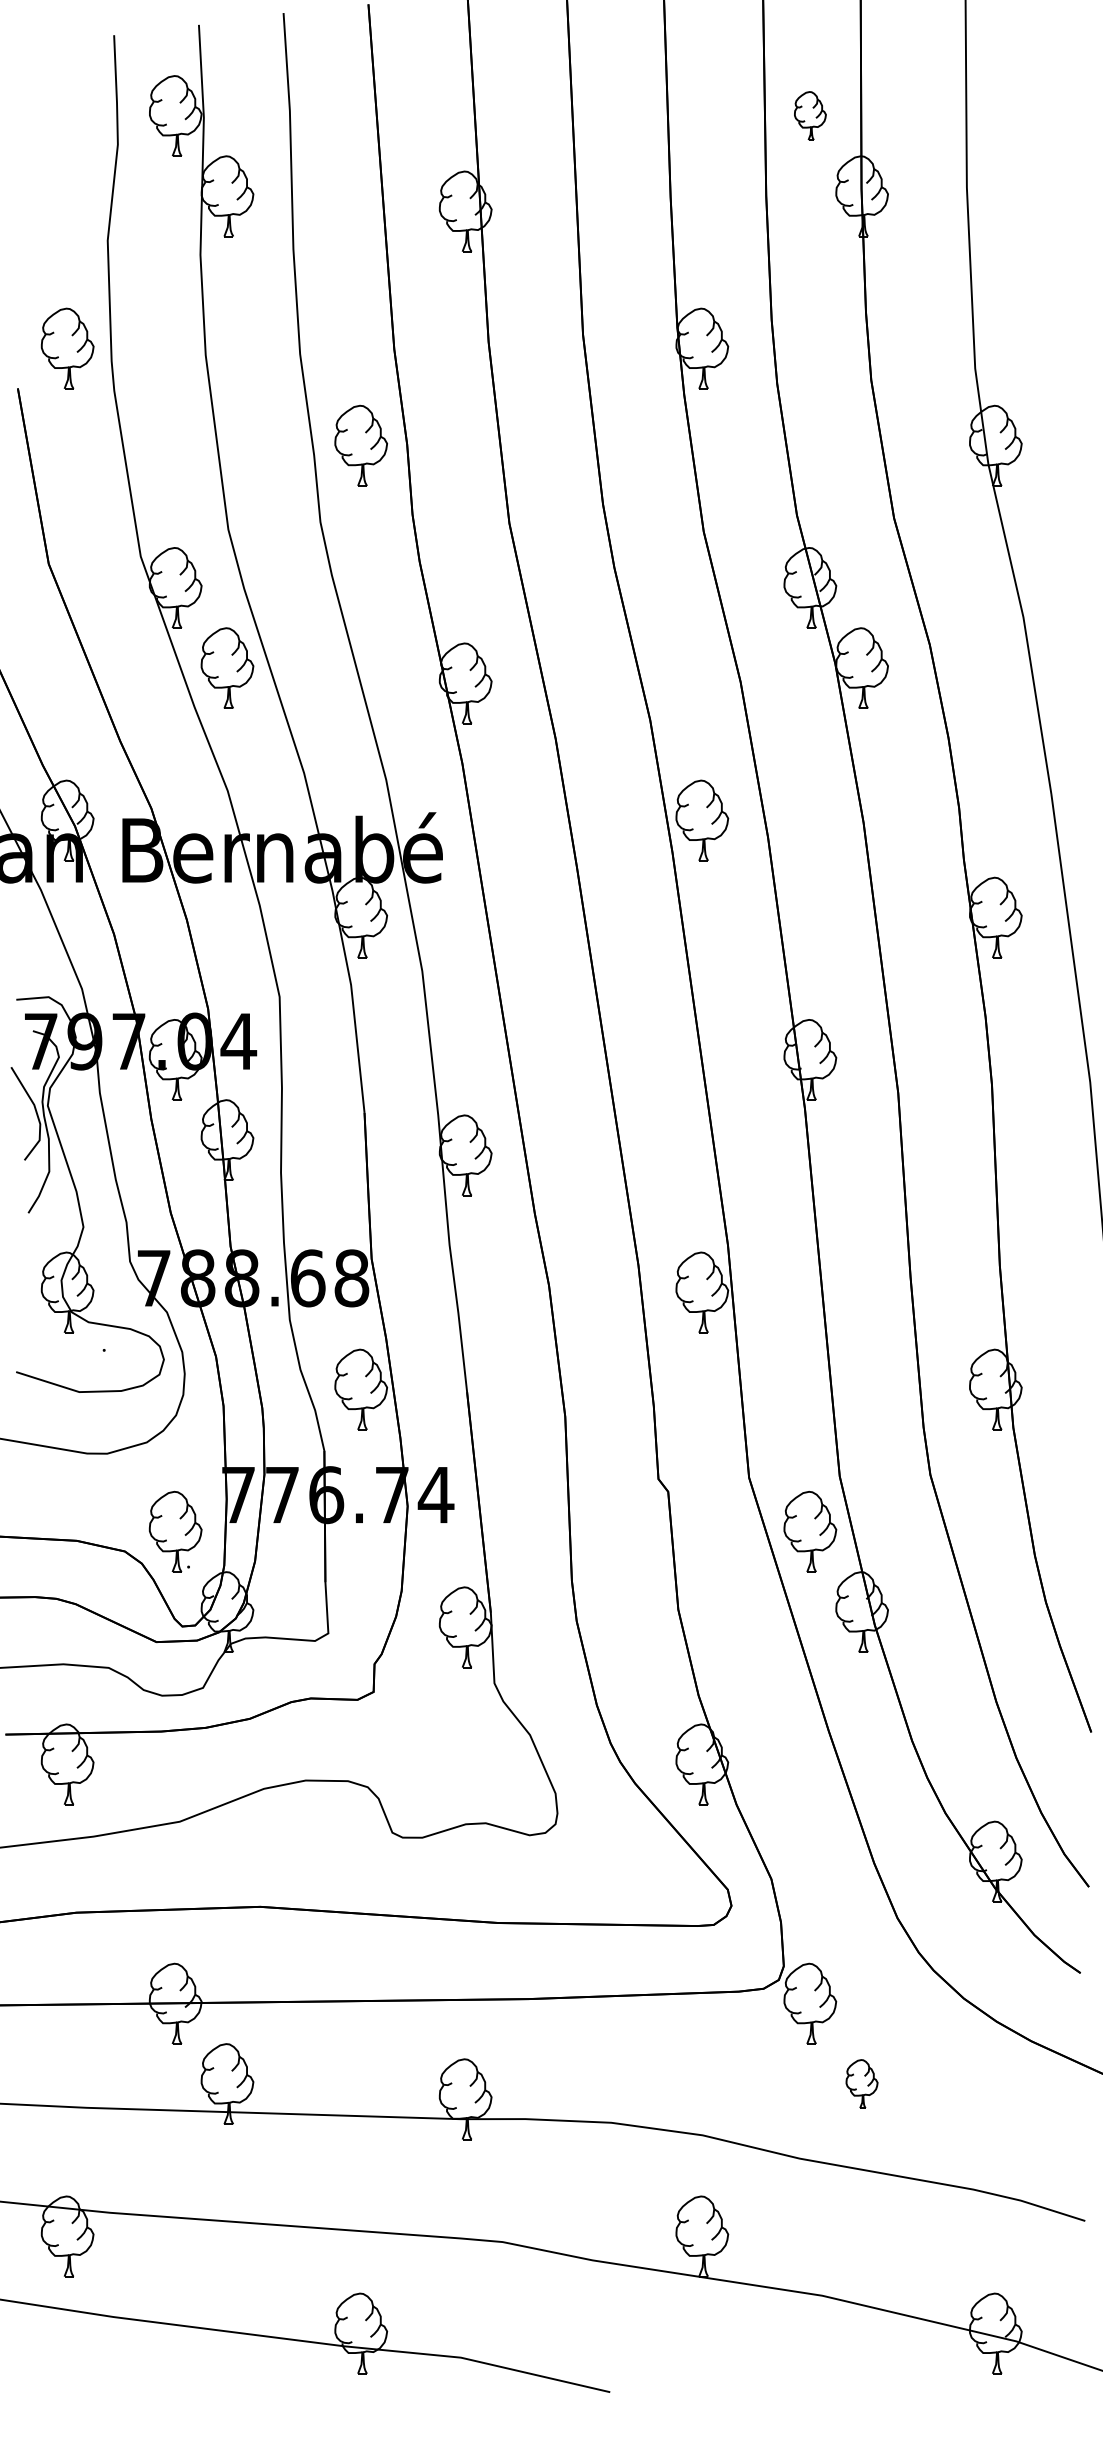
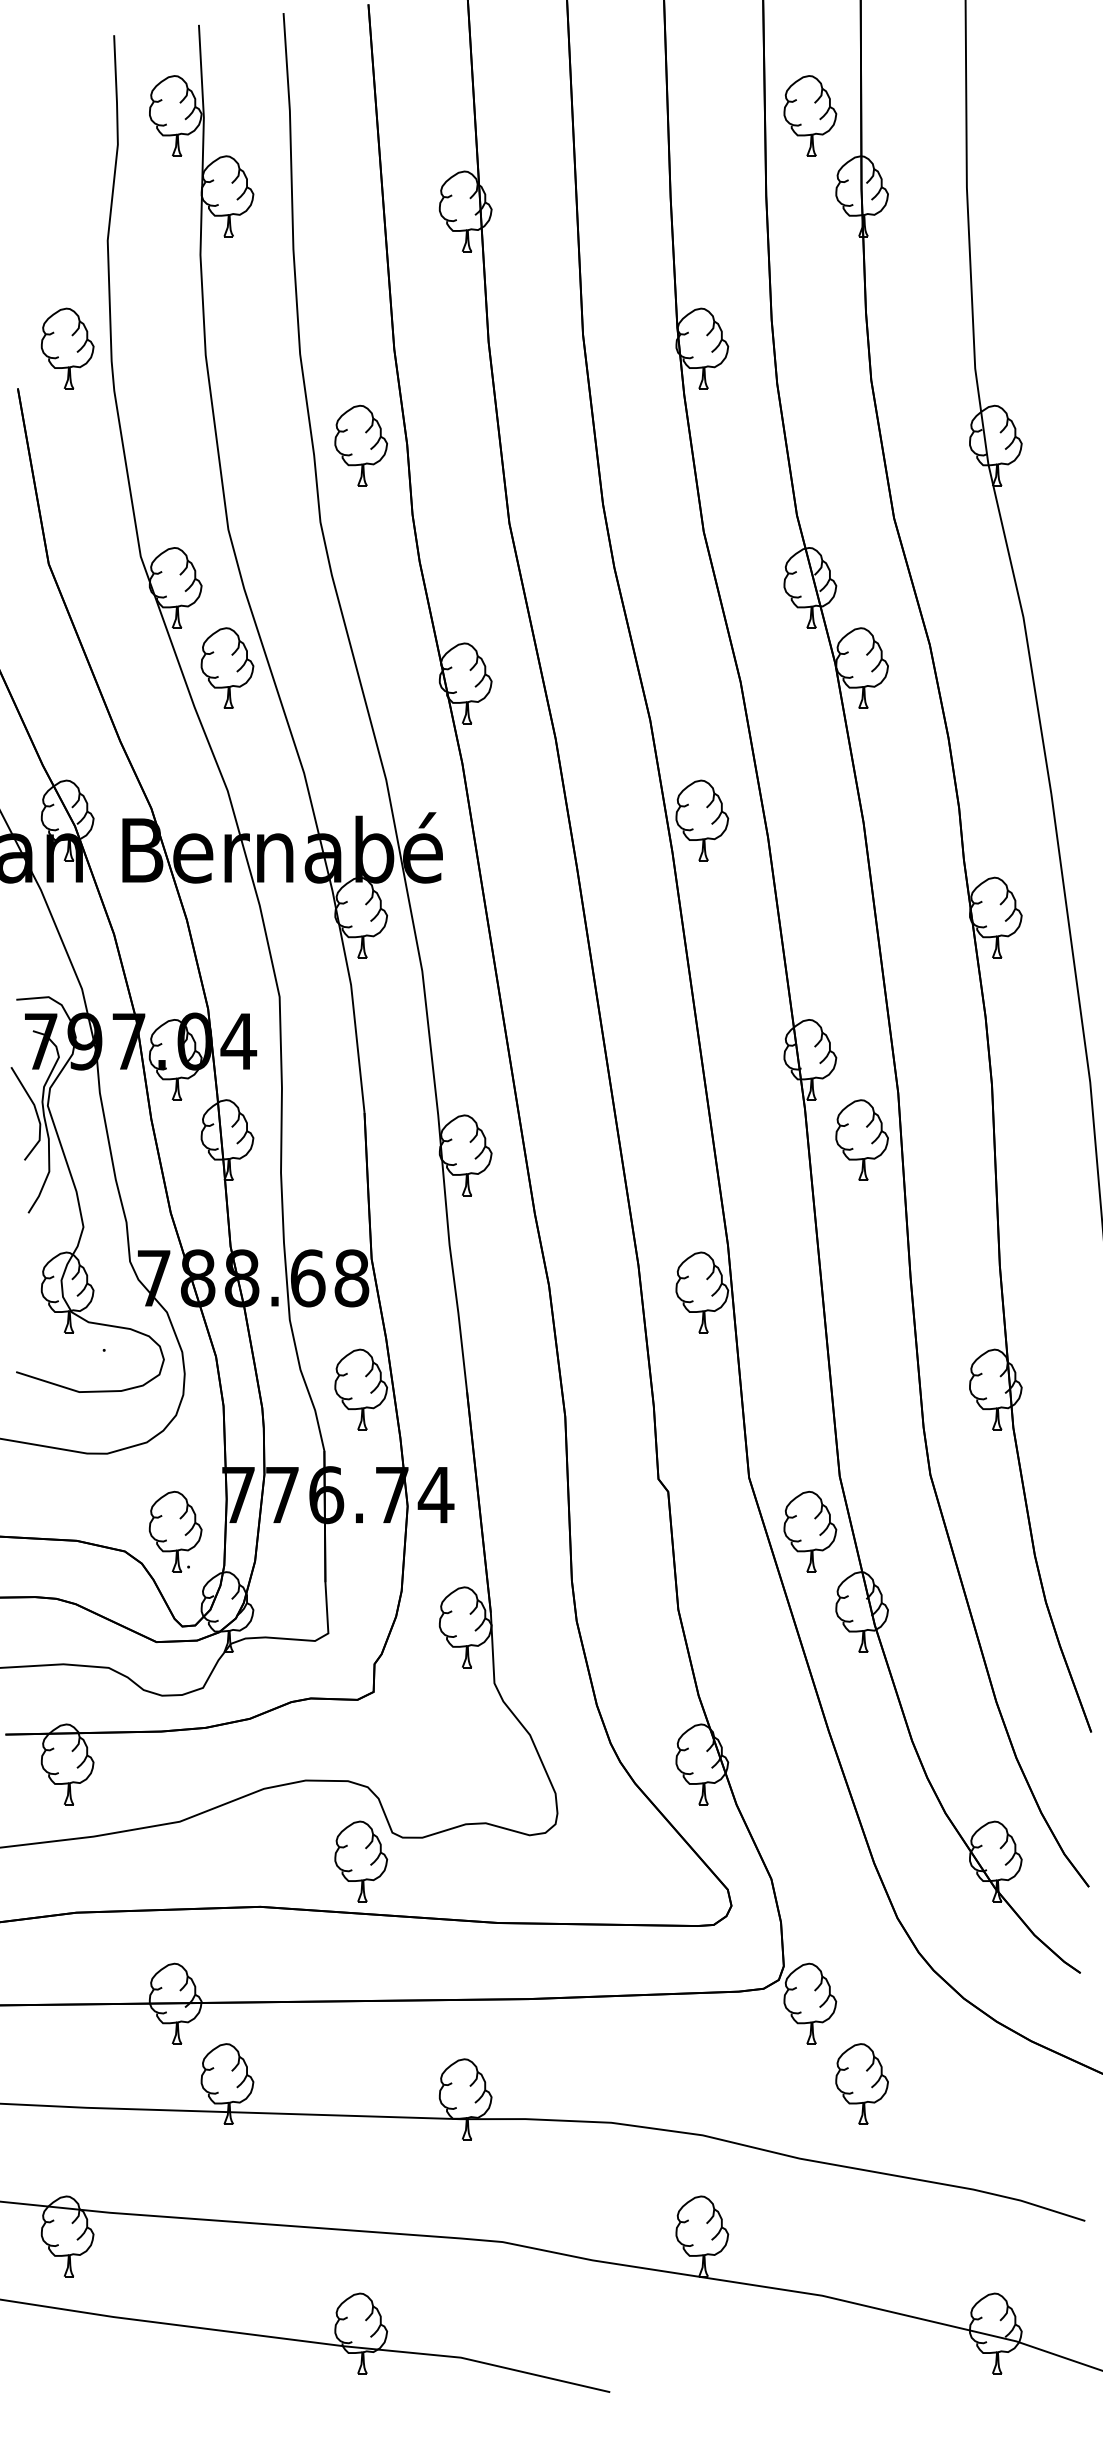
part at (810, 115) size: 33x50 px -> 55x82 px
part at (861, 1139): none -> present
part at (361, 1861): none -> present
part at (861, 2083) size: 34x50 px -> 54x82 px
